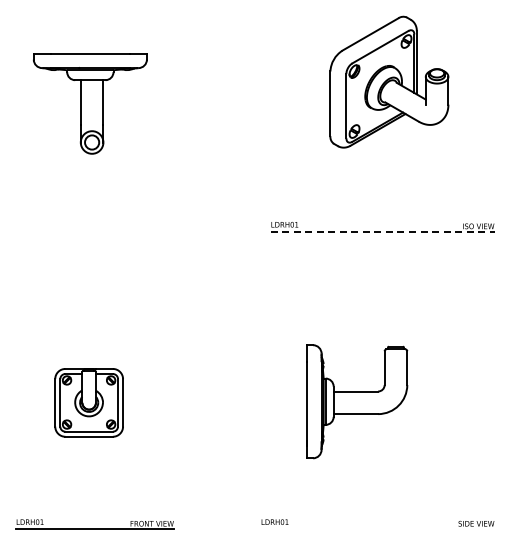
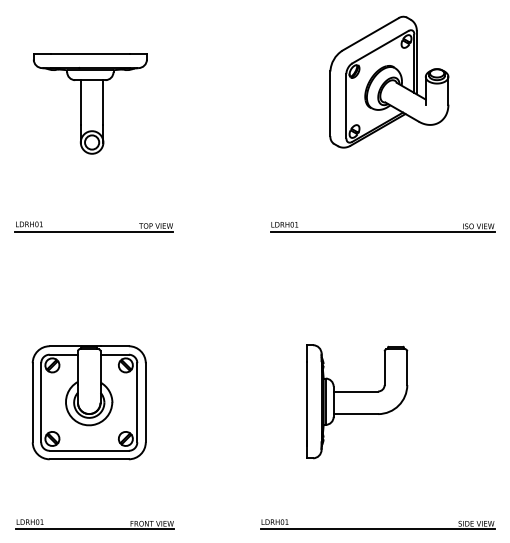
part at (93, 226): none -> present
line at (382, 232): dashed -> solid
part at (88, 402) size: 70x70 px -> 116x116 px
line at (377, 529): none -> present
